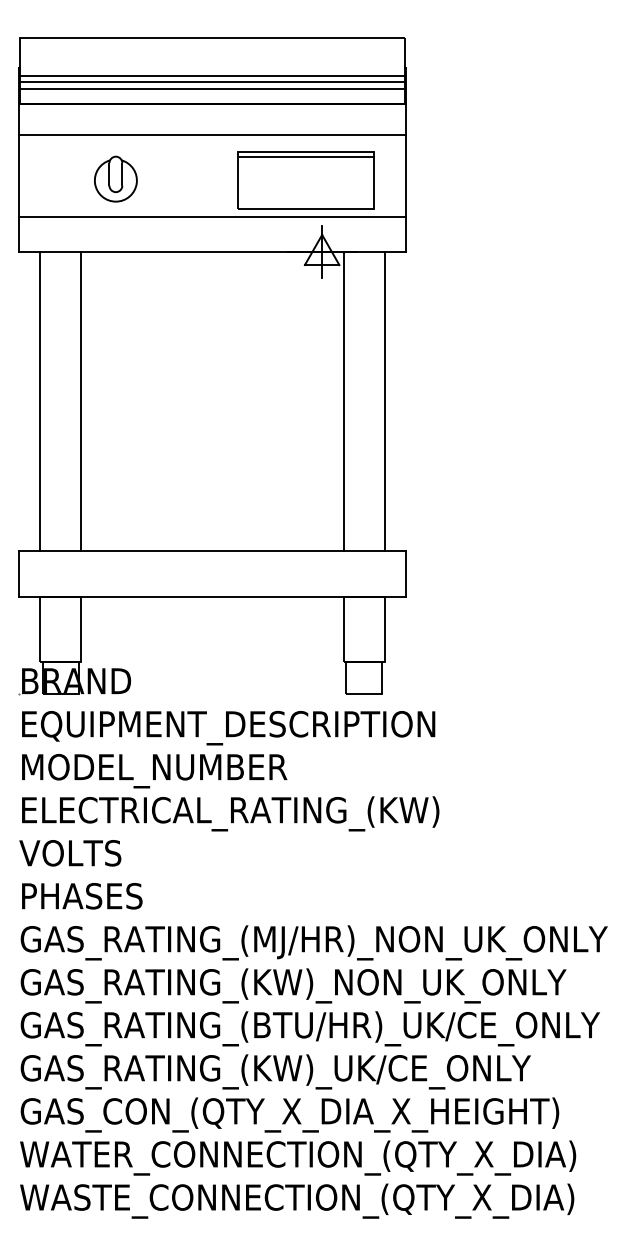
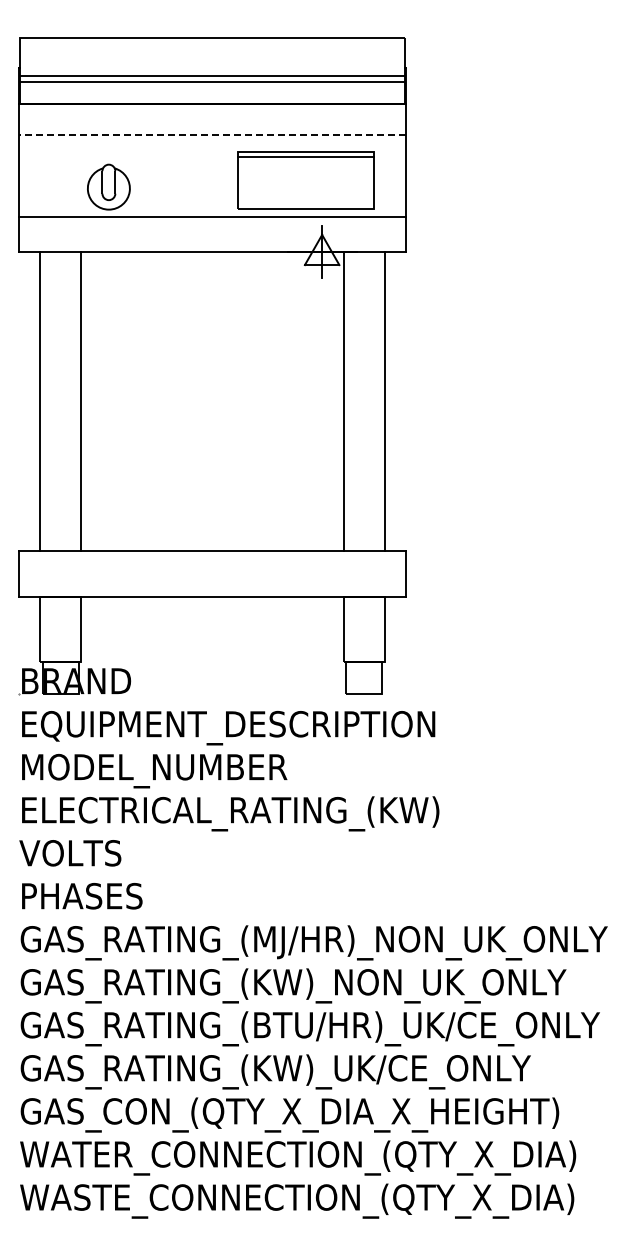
line at (212, 88): present -> none
line at (212, 135): solid -> dashed
part at (115, 178) position: (115, 178) -> (108, 186)
